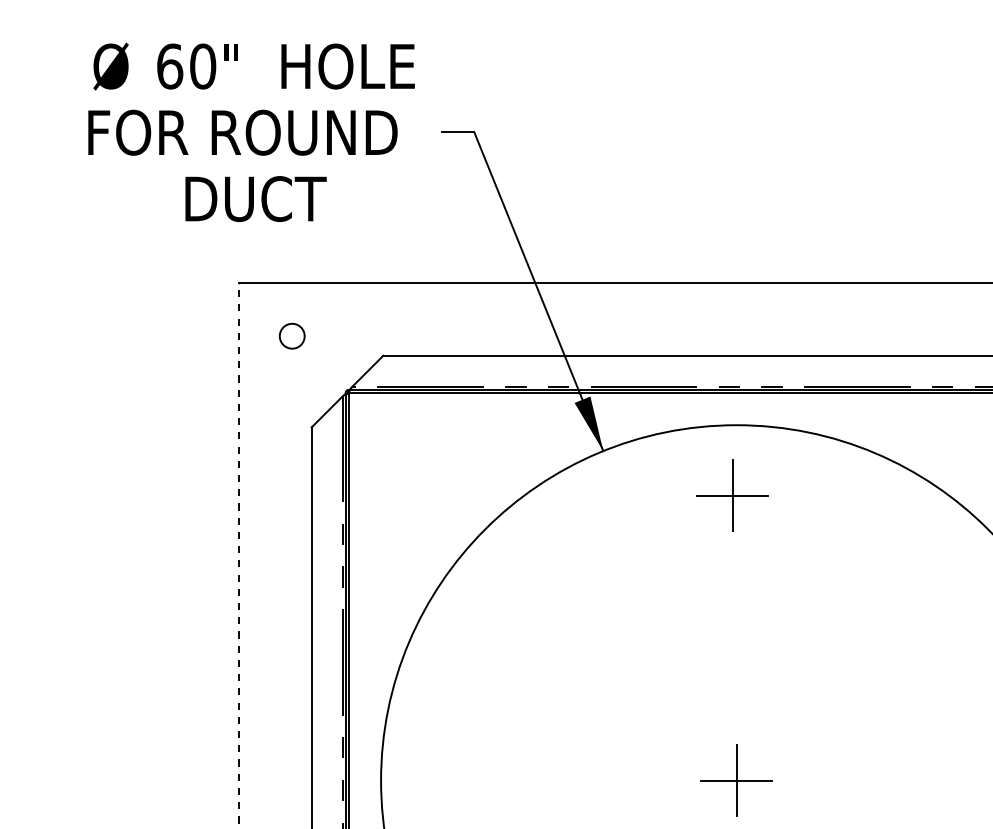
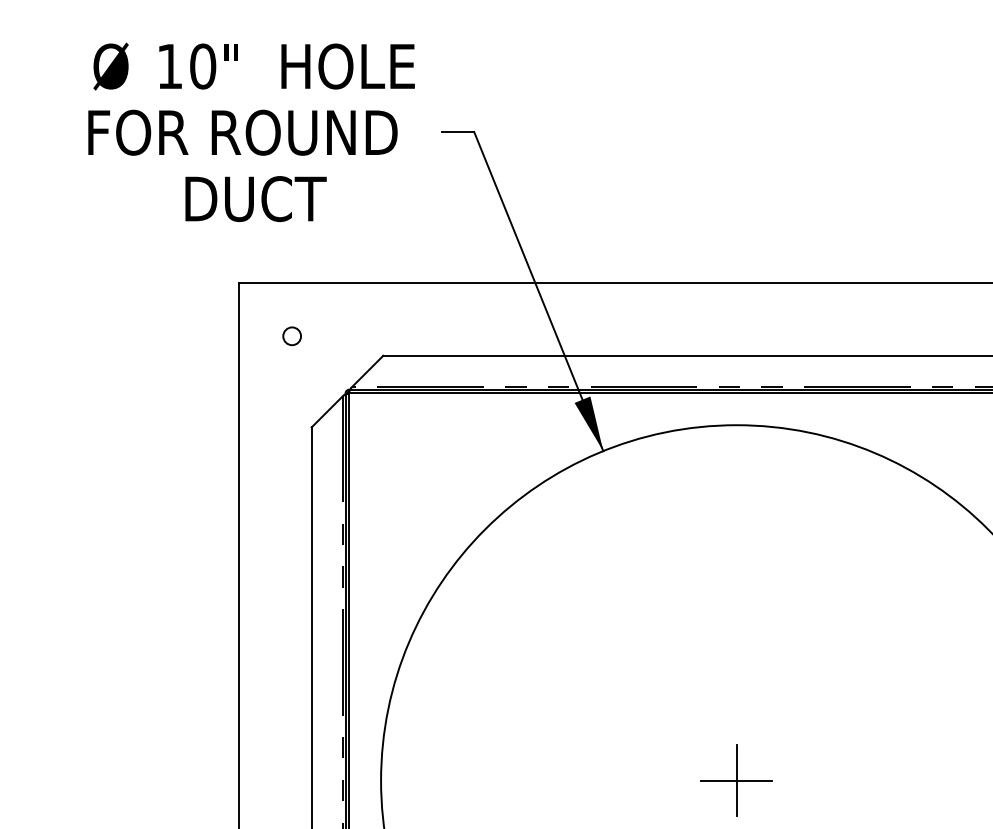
text at (170, 66): 60 -> 10
circle at (291, 335) size: 28x28 px -> 20x21 px
part at (732, 495): present -> none
line at (238, 555): dashed -> solid
